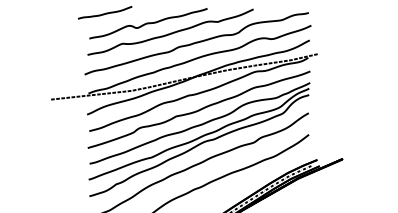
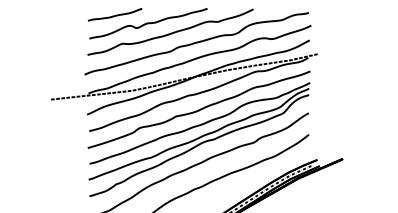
curve at (106, 12) position: (106, 12) -> (116, 14)
